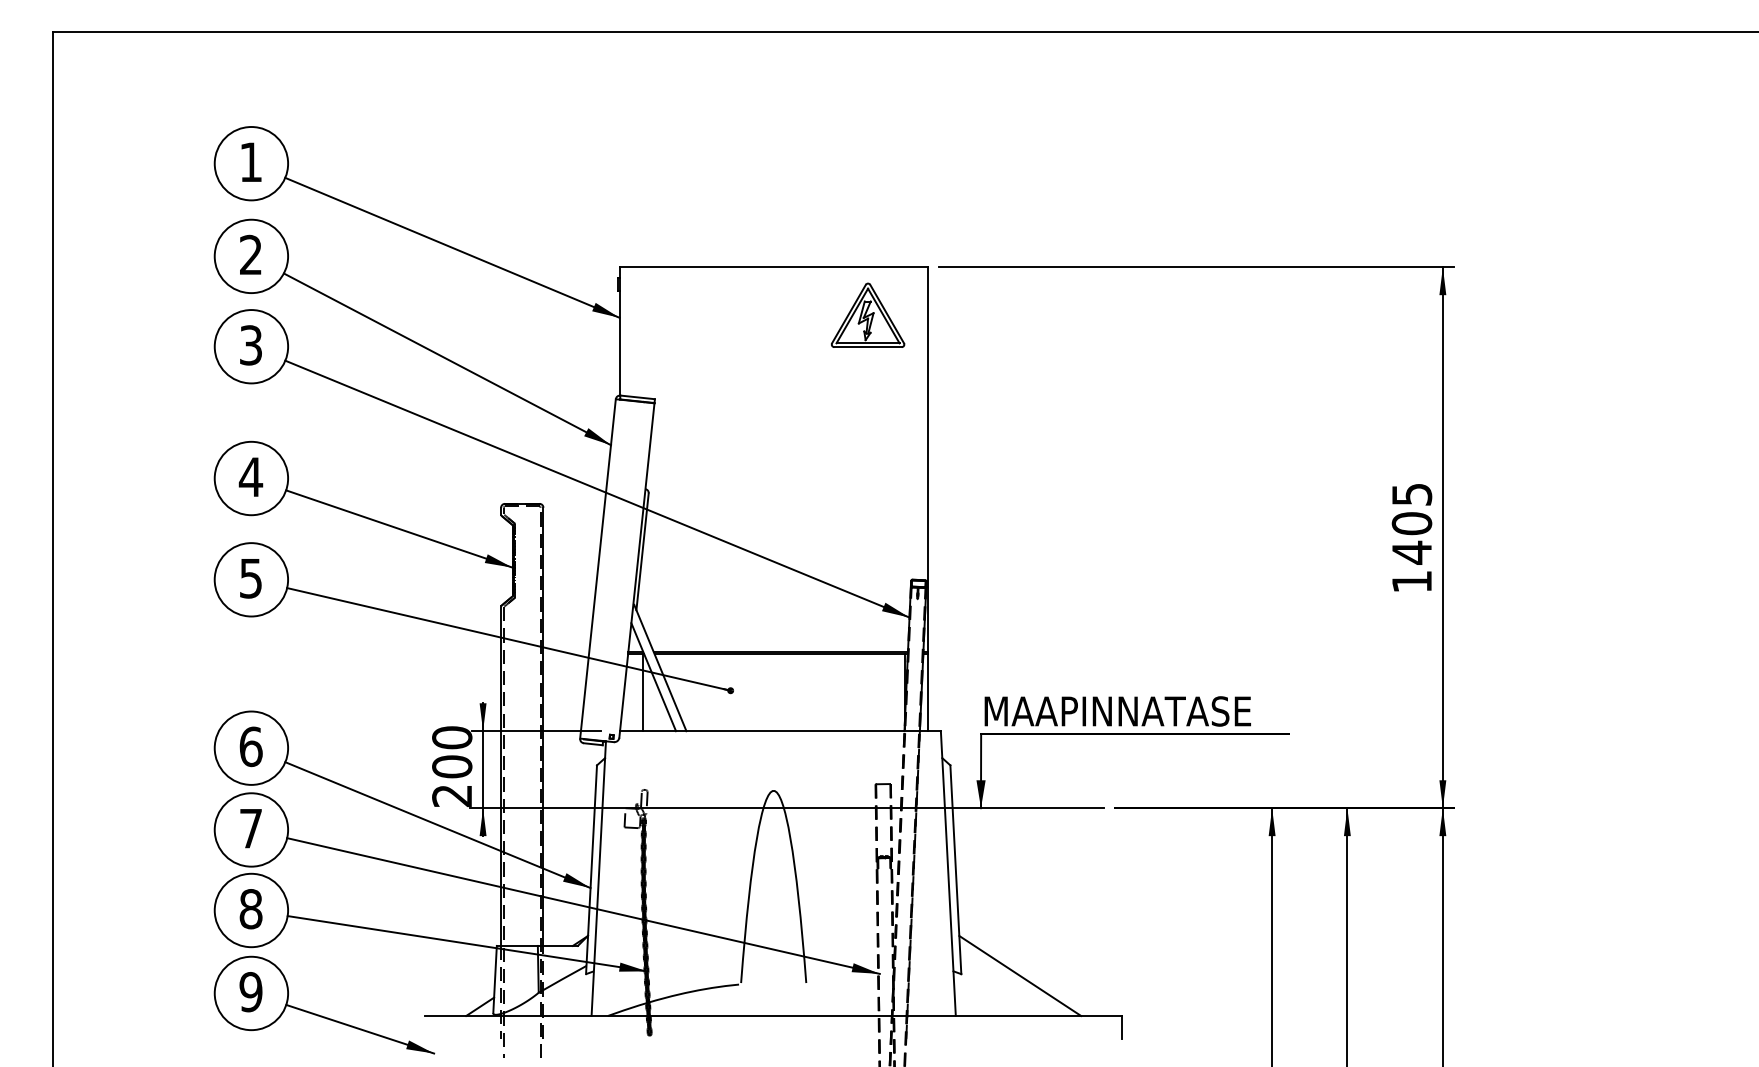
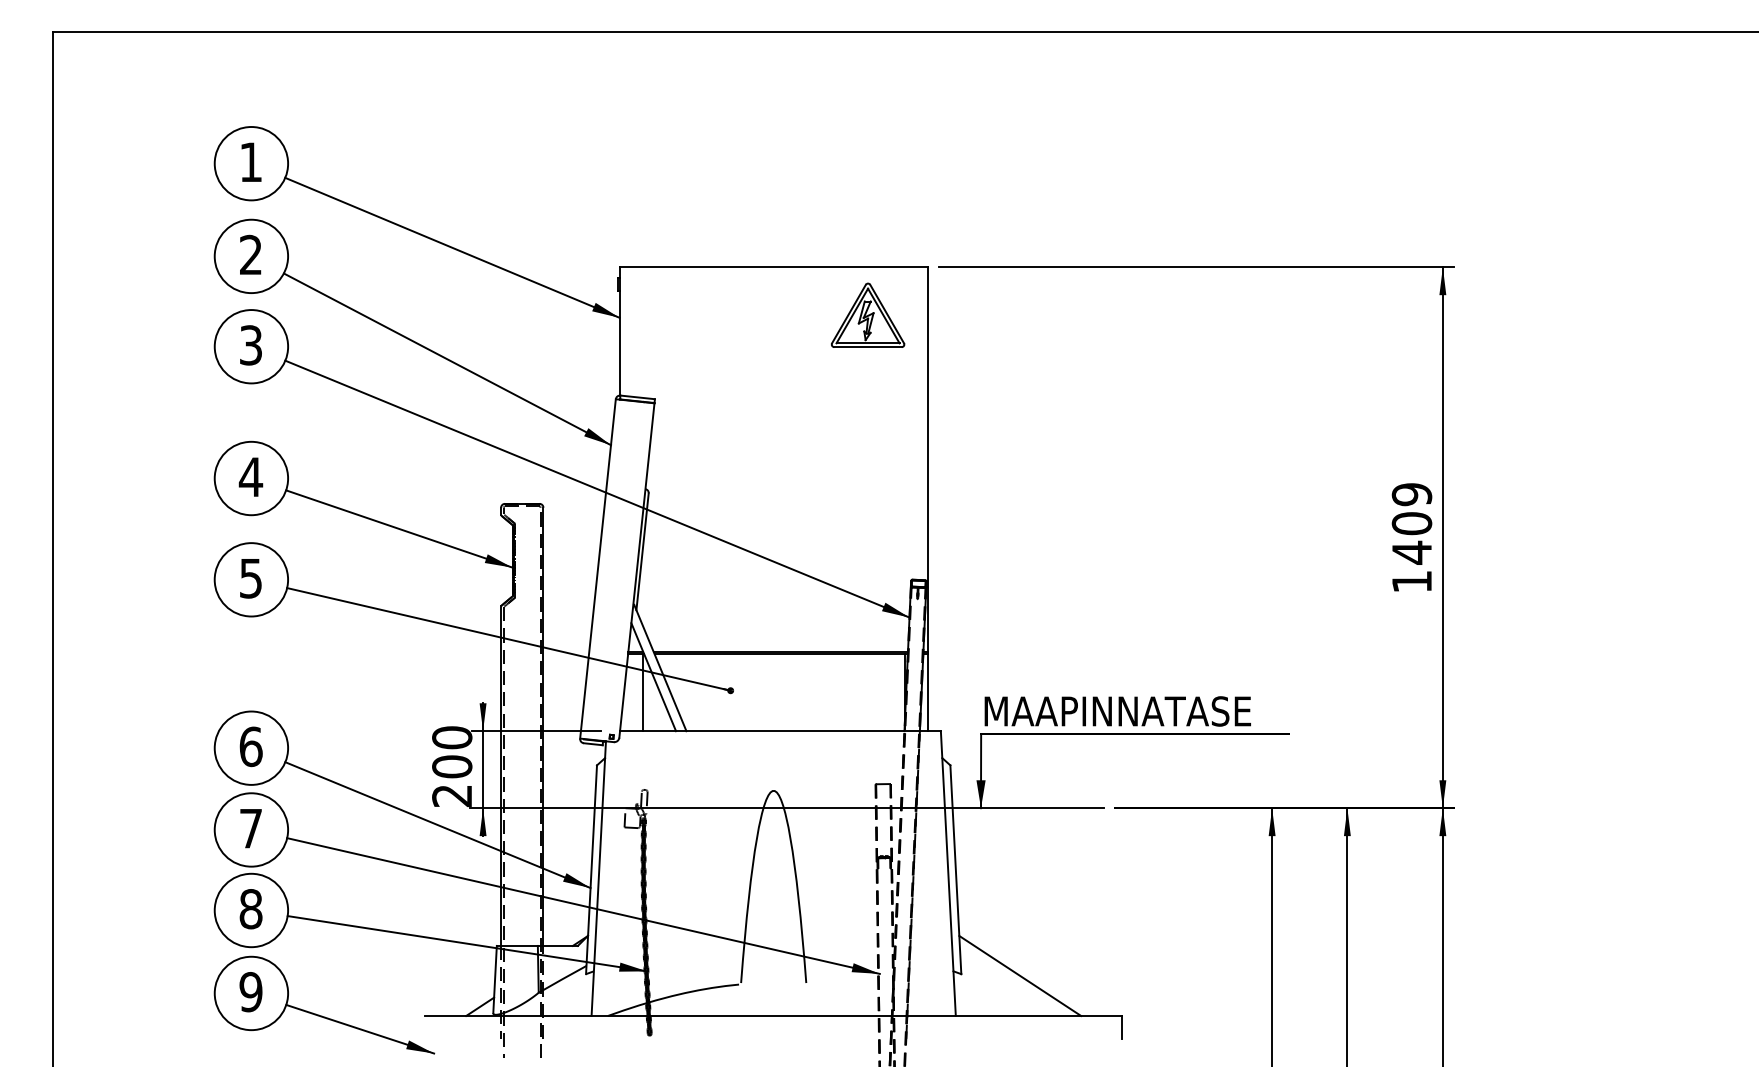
text at (1411, 494): 1405 -> 1409
